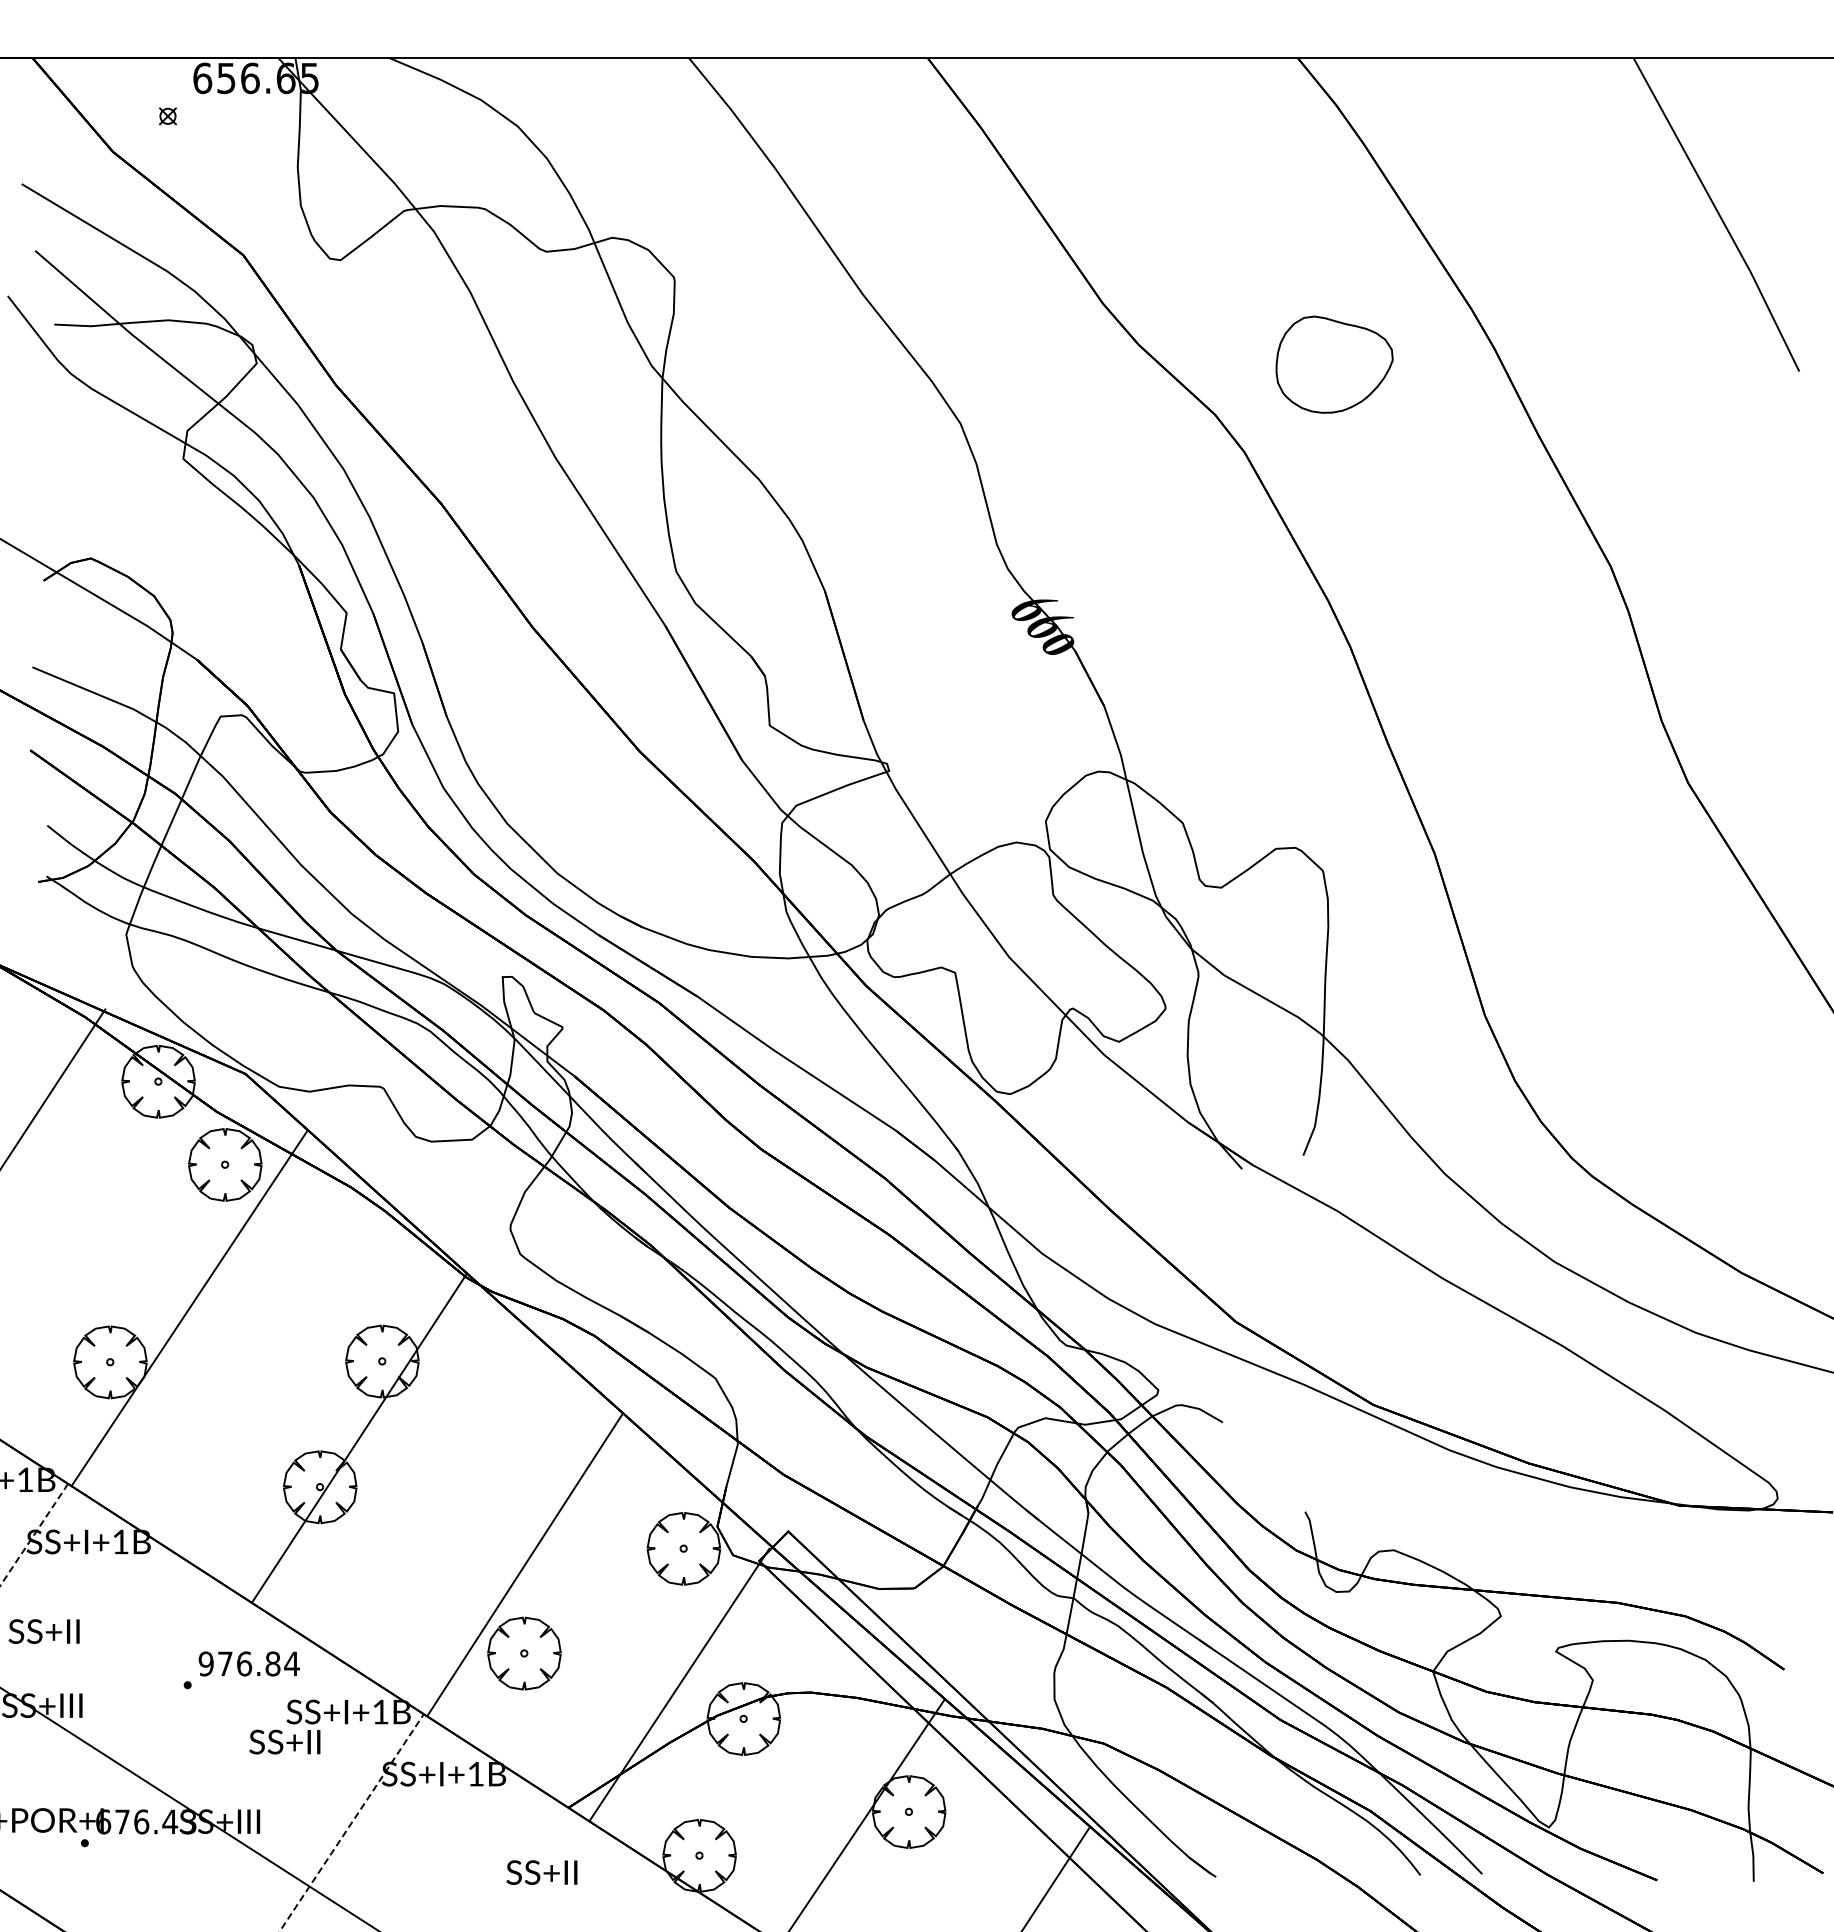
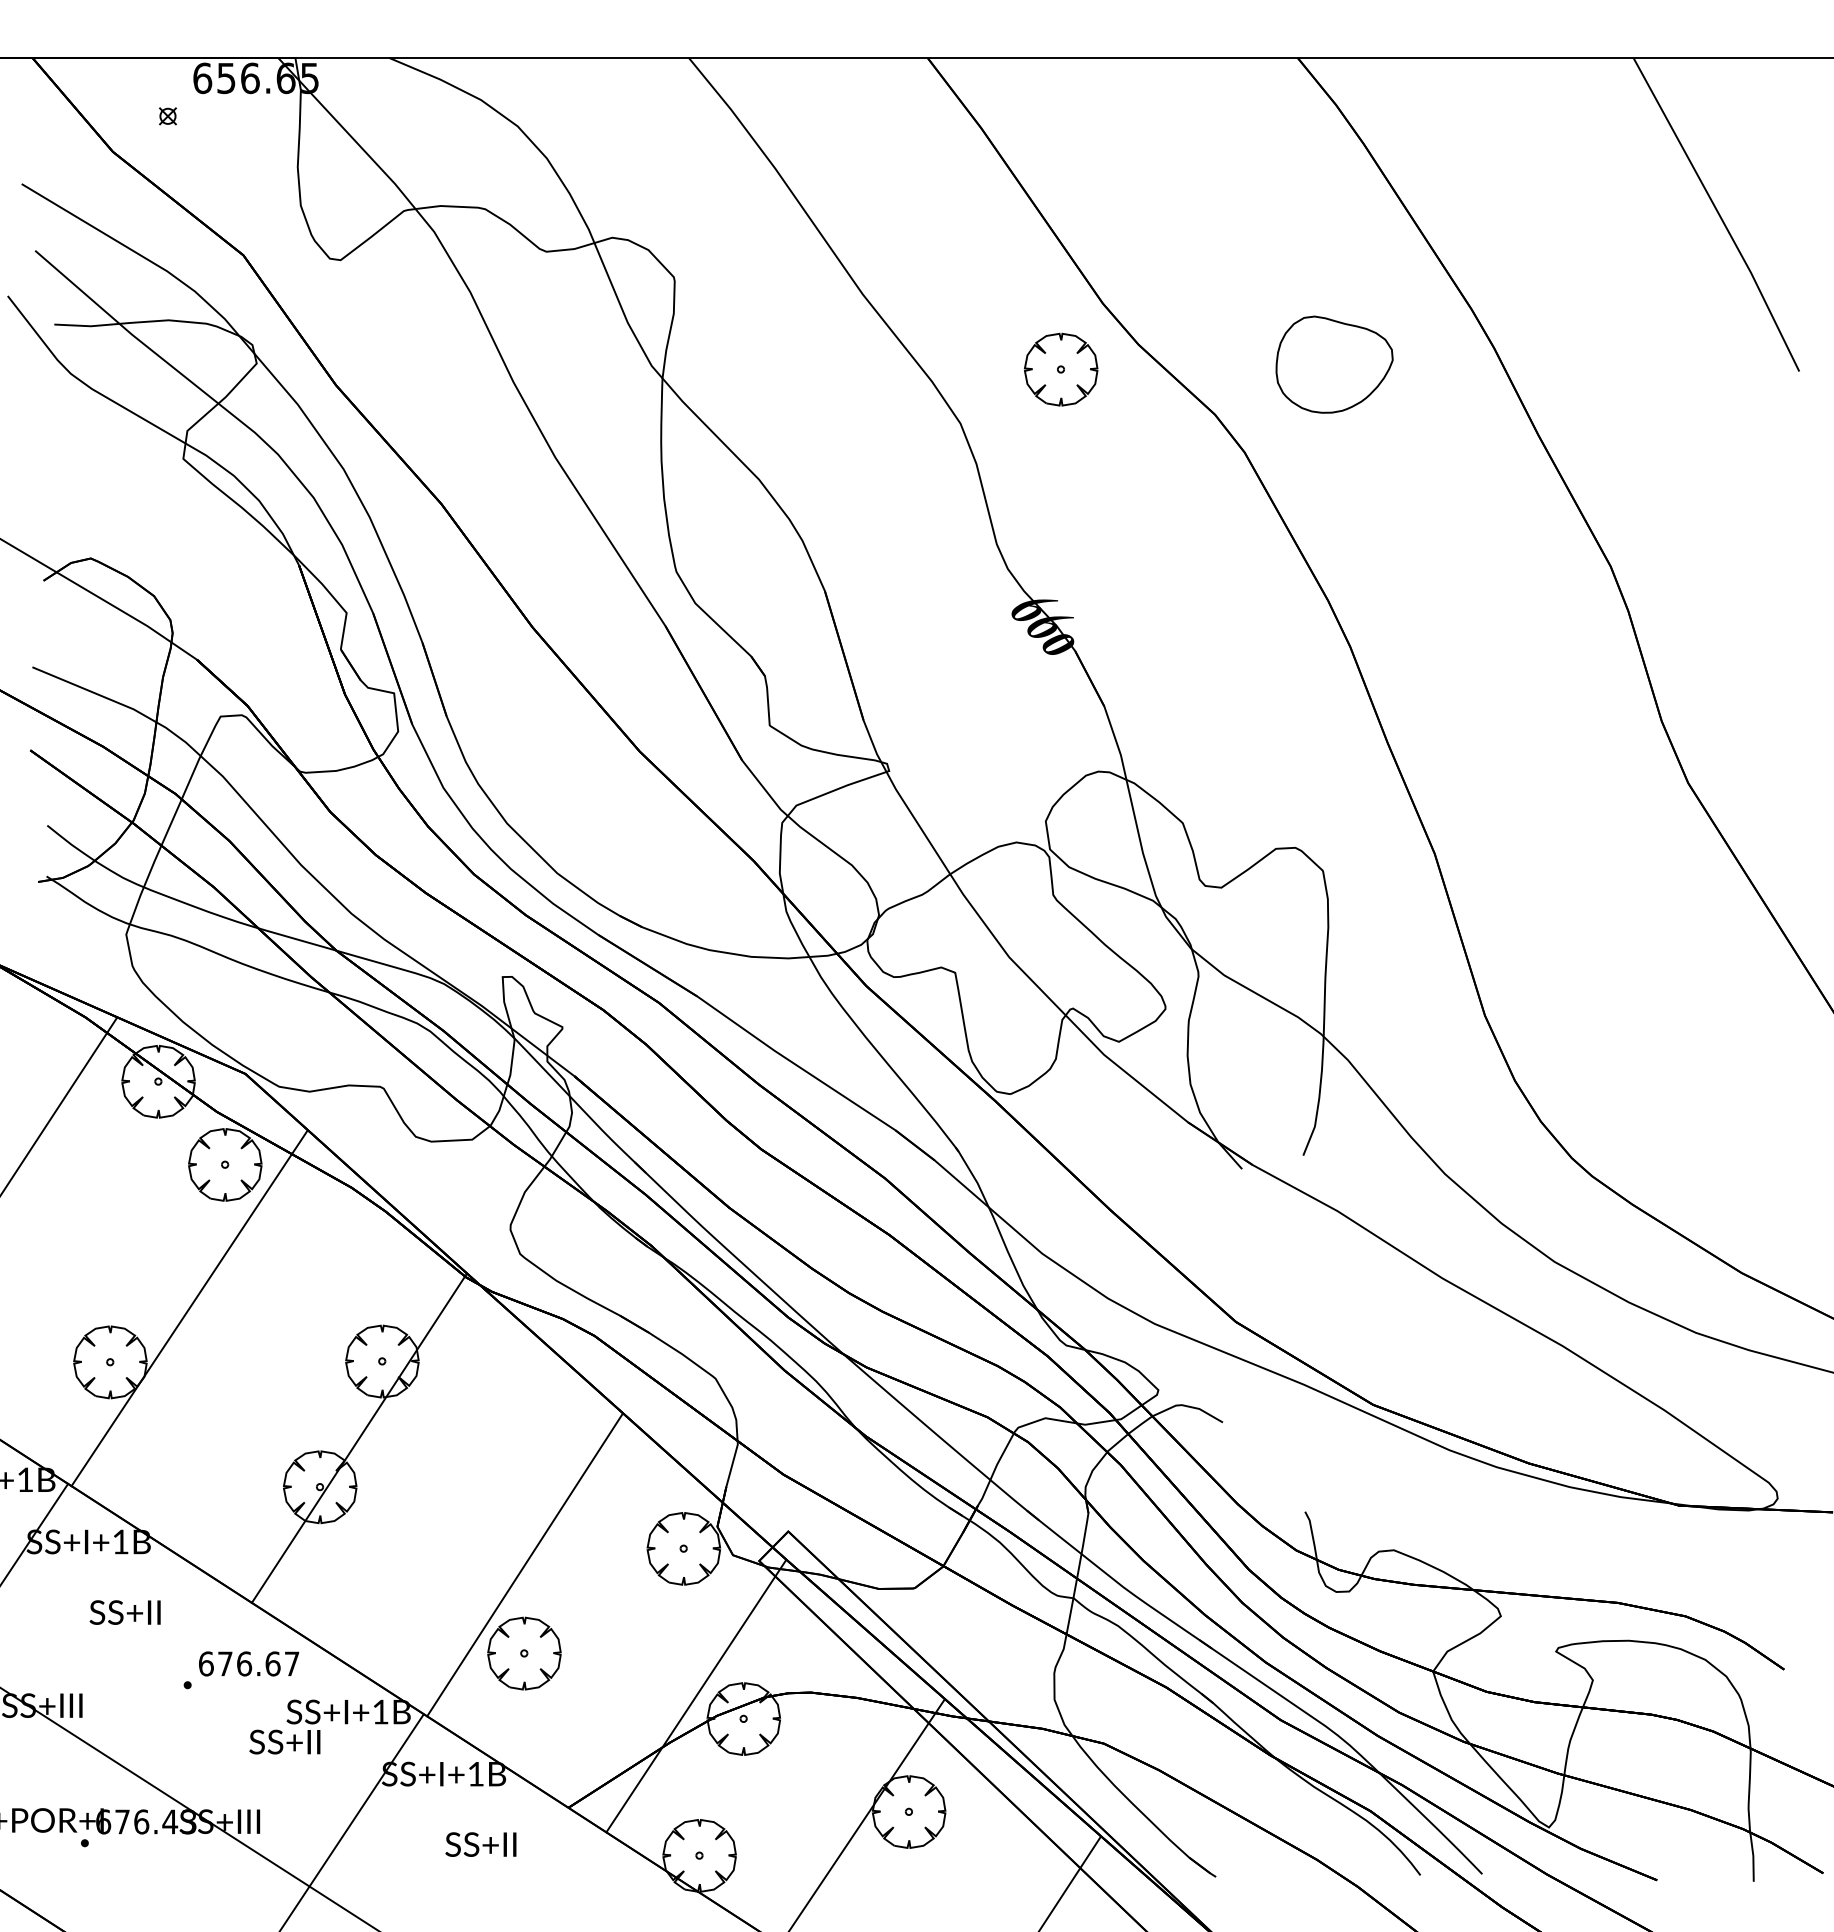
part at (1061, 369): none -> present
line at (53, 1087) position: (53, 1087) -> (59, 1105)
line at (33, 1535): dashed -> solid
text at (43, 1631) position: (43, 1631) -> (124, 1612)
text at (248, 1663): 976.84 -> 676.67
line at (679, 1684) position: (679, 1684) -> (696, 1695)
line at (351, 1822): dashed -> solid
text at (541, 1872) position: (541, 1872) -> (480, 1844)
line at (1055, 1878) position: (1055, 1878) -> (1070, 1882)
